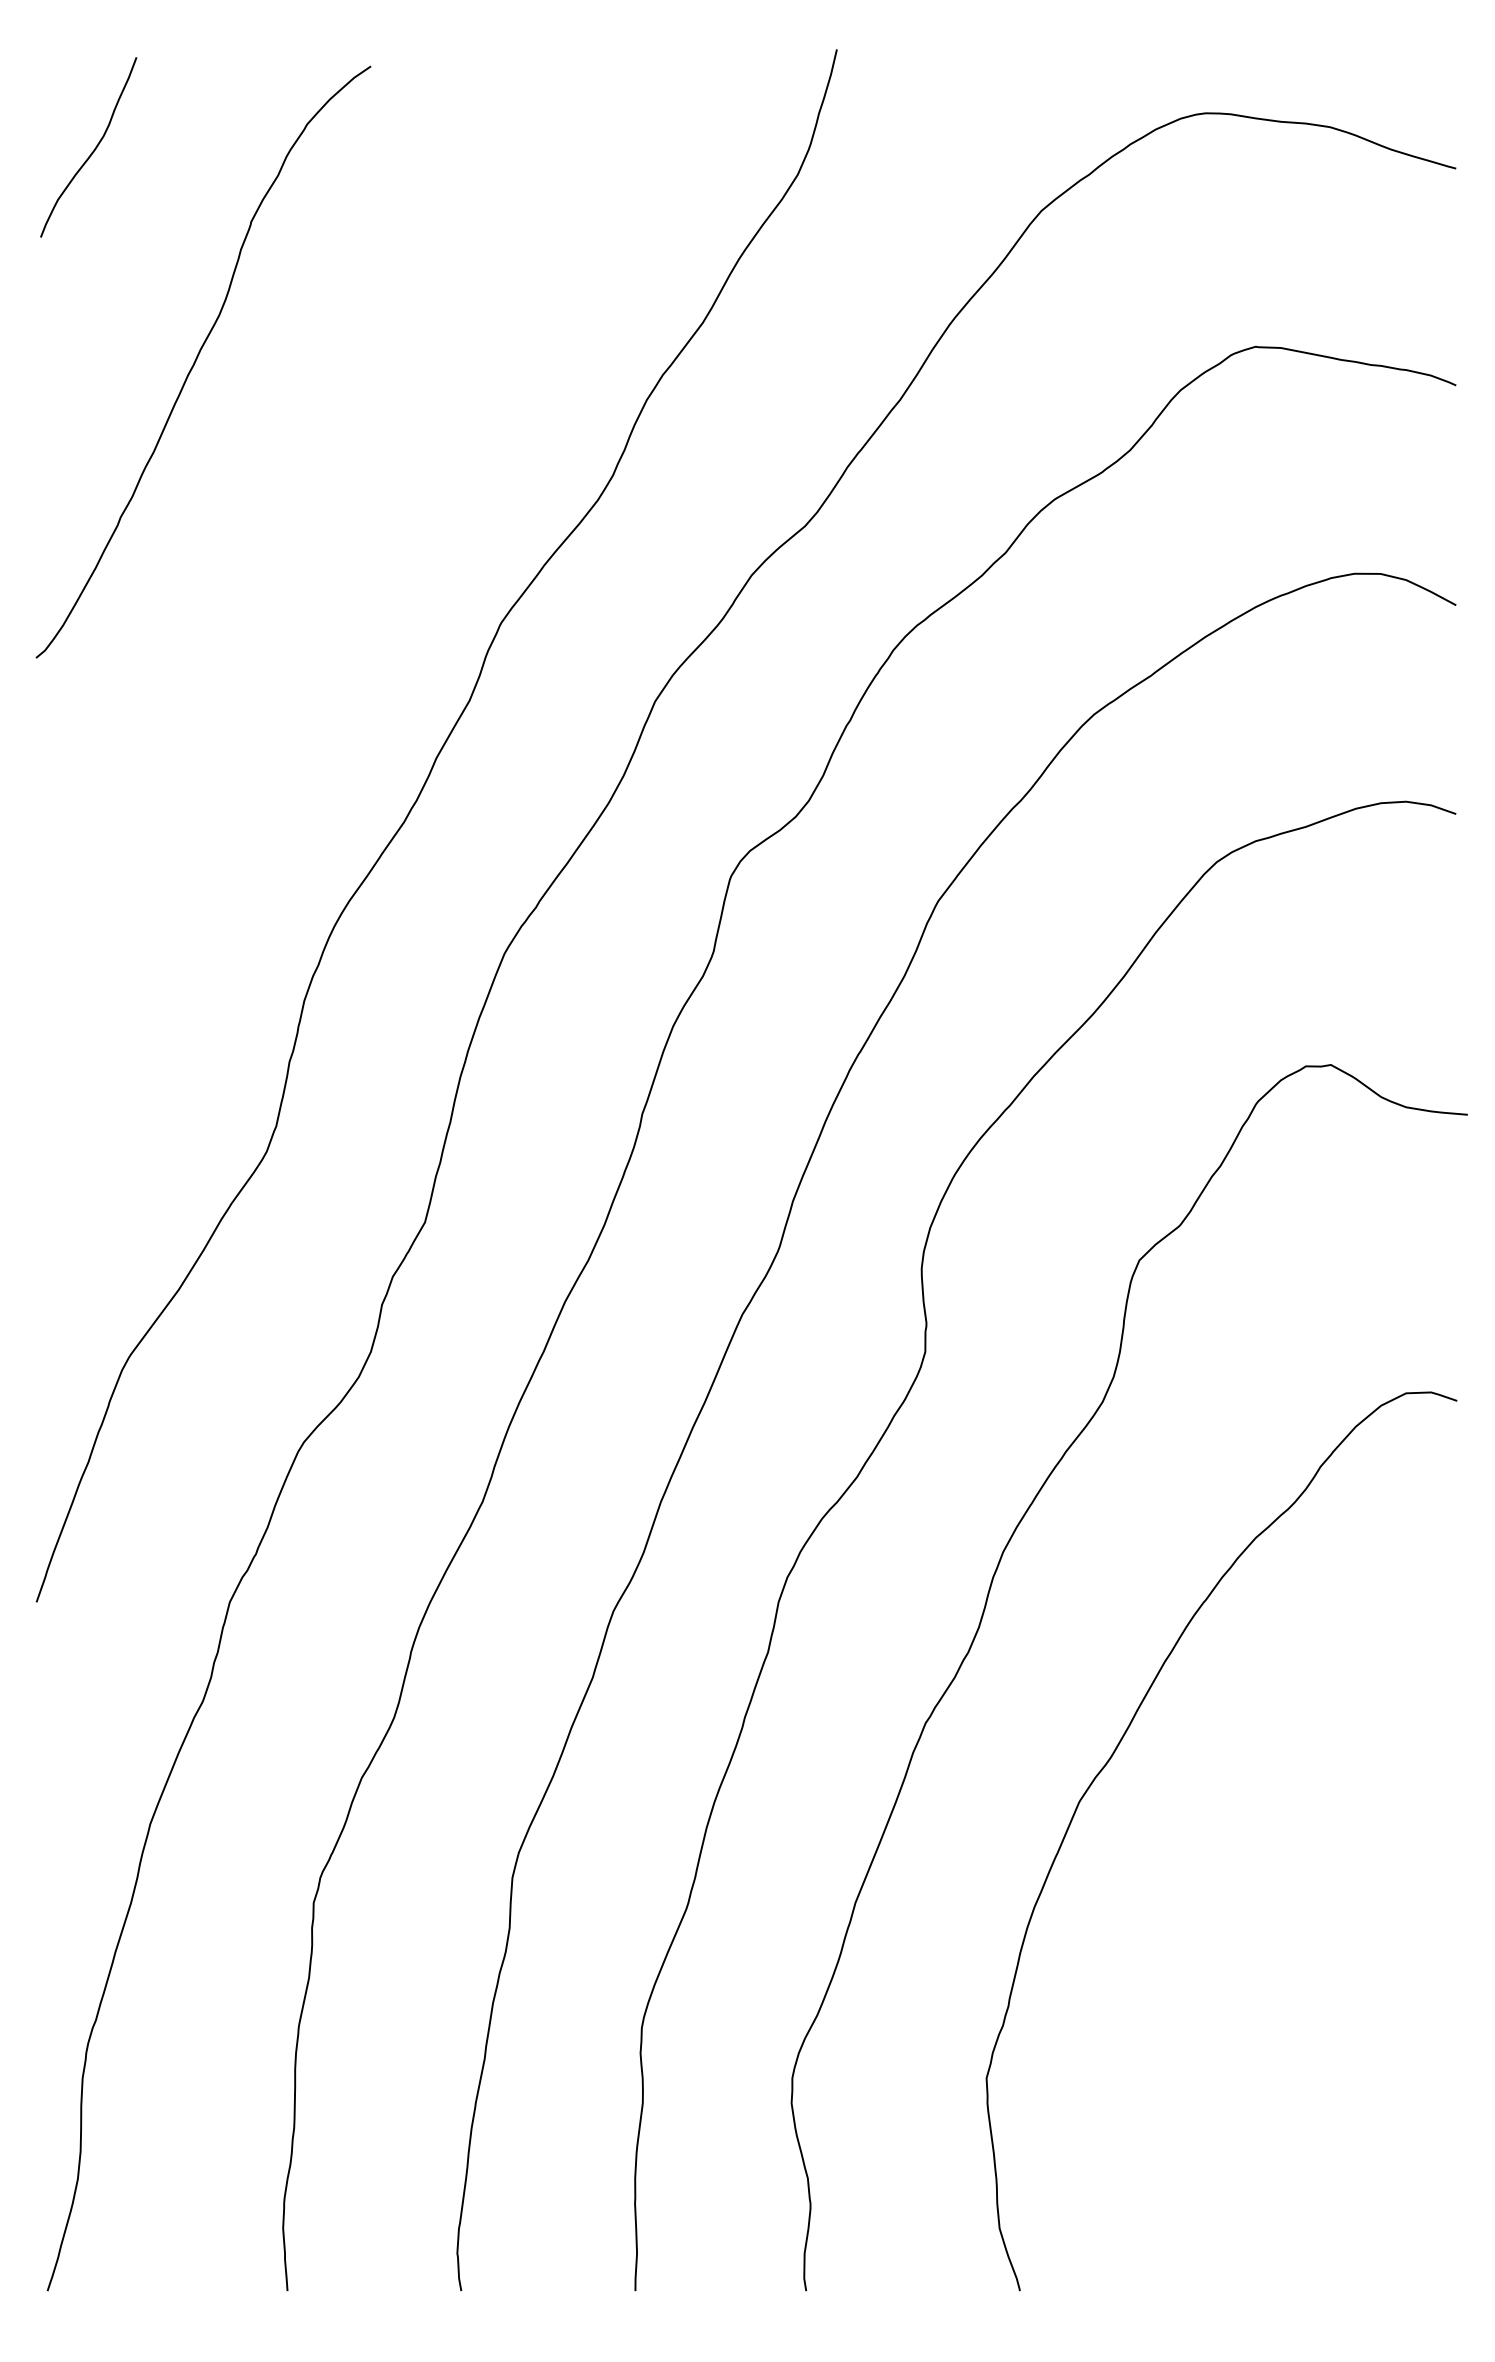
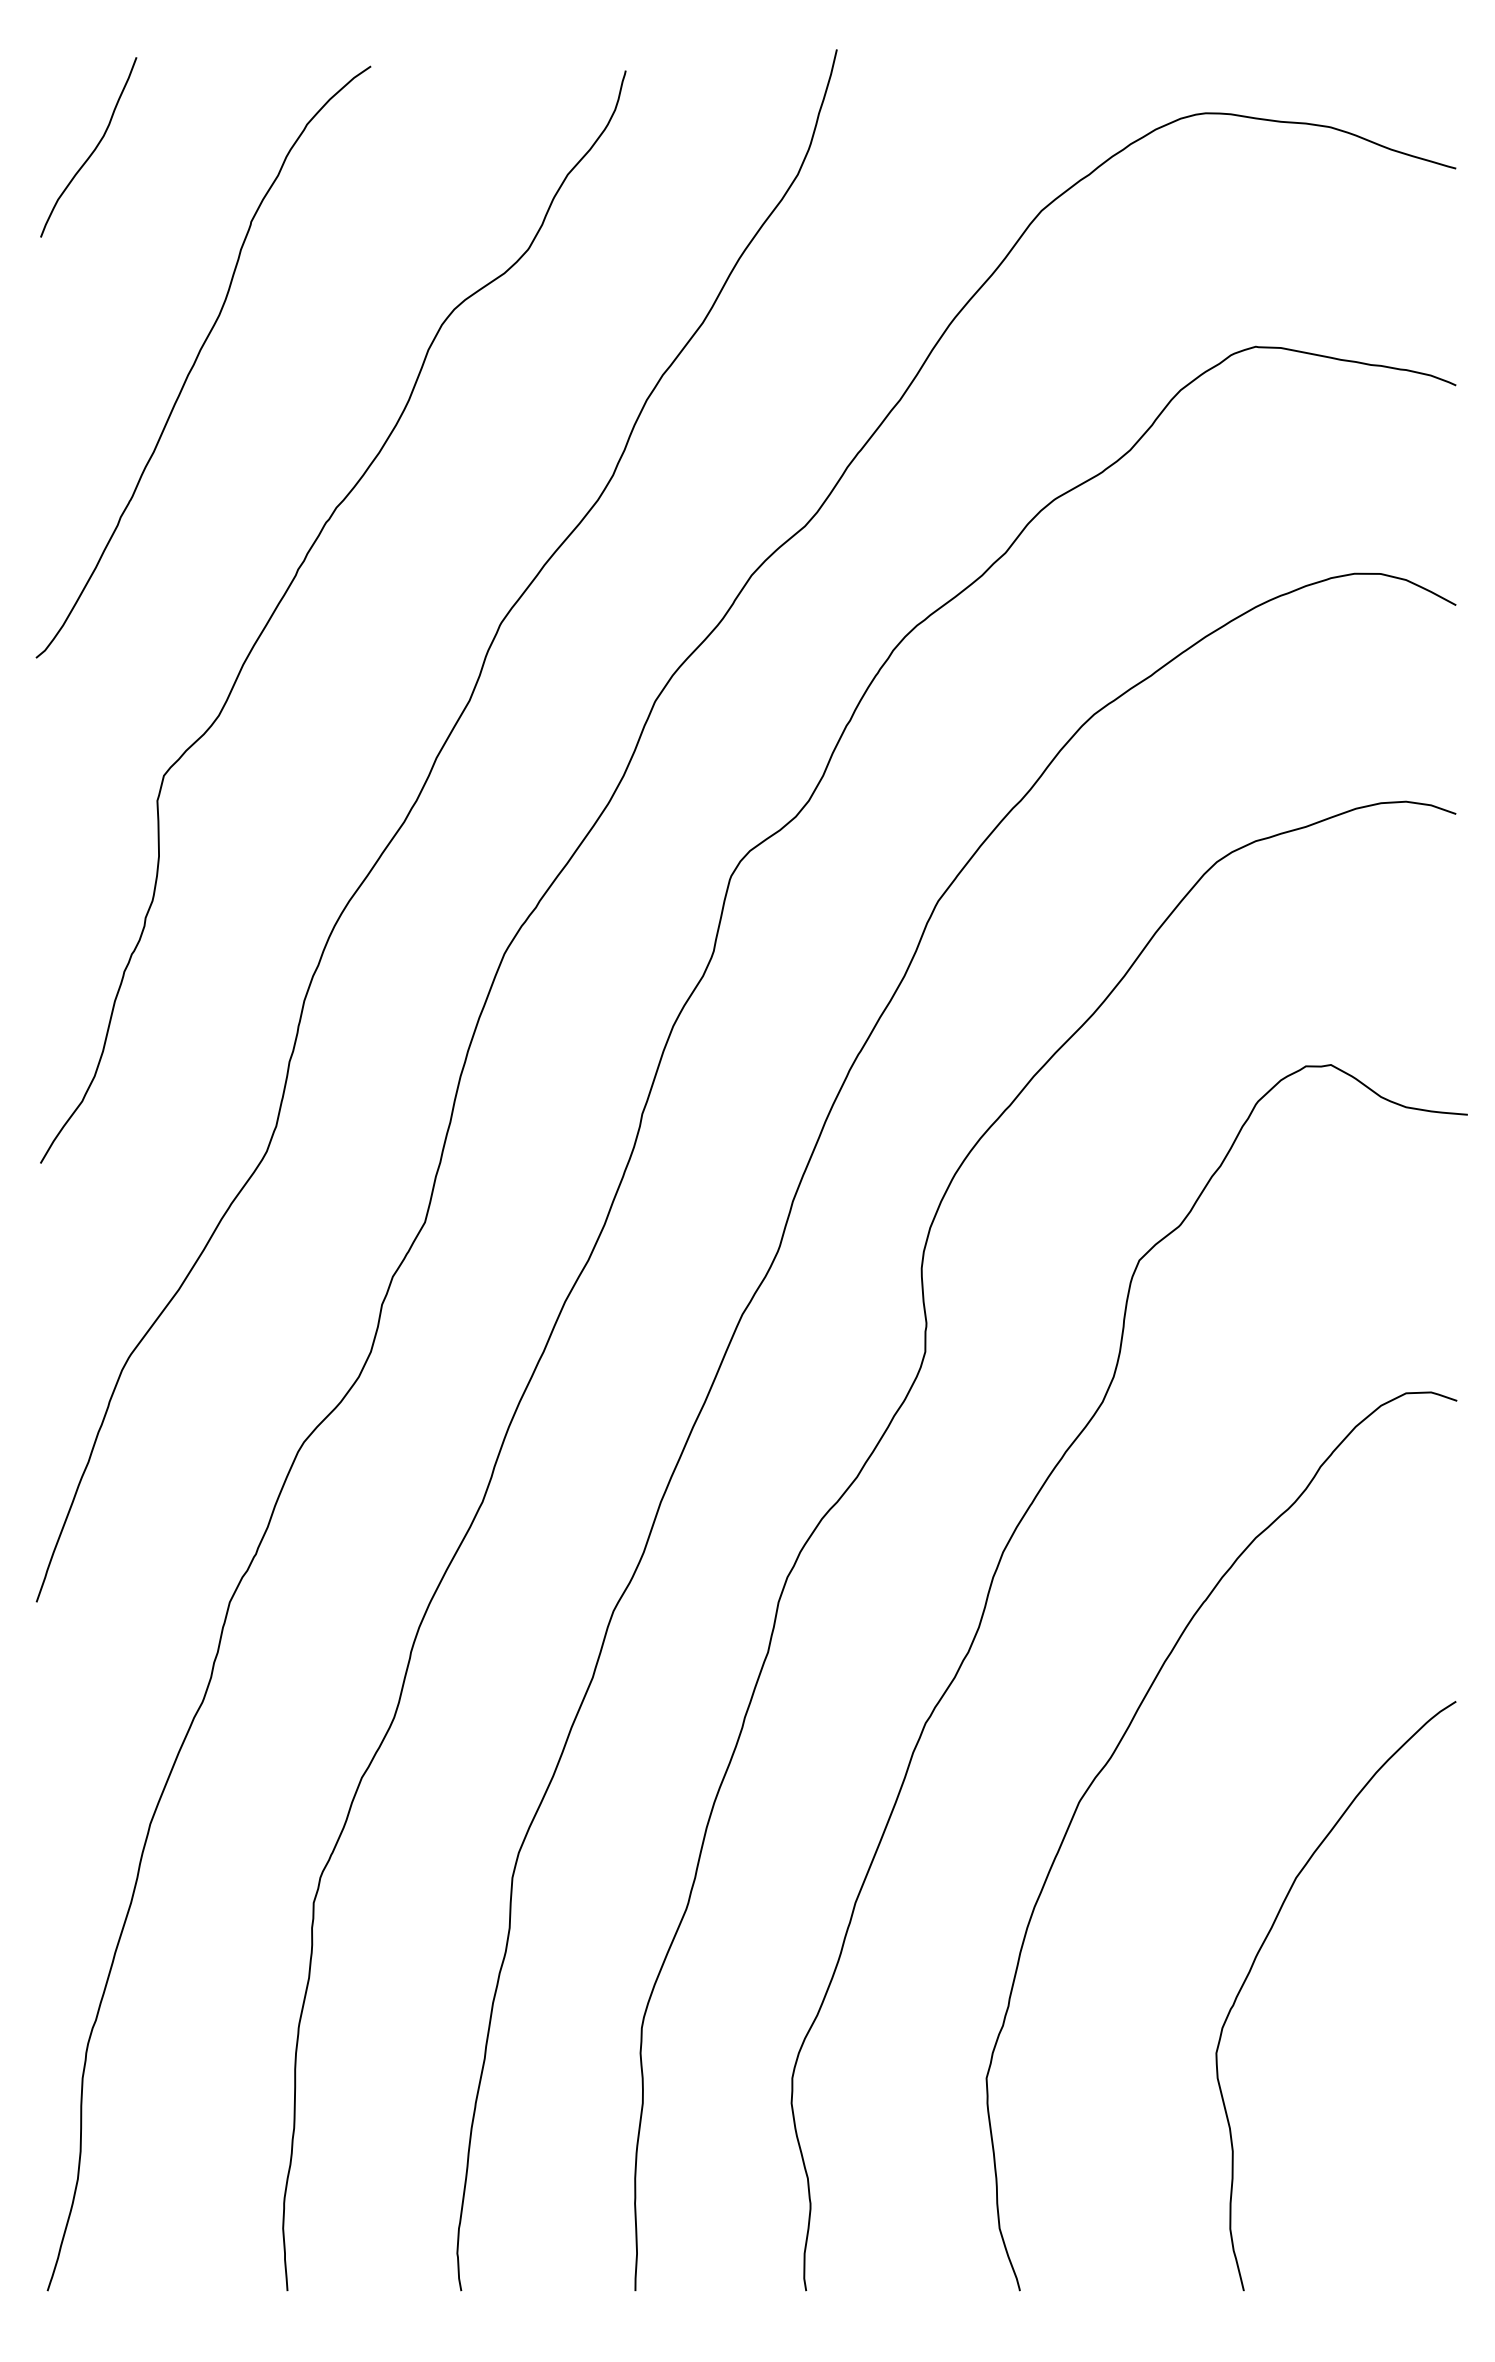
curve at (288, 590): none -> present
curve at (1254, 1963): none -> present
